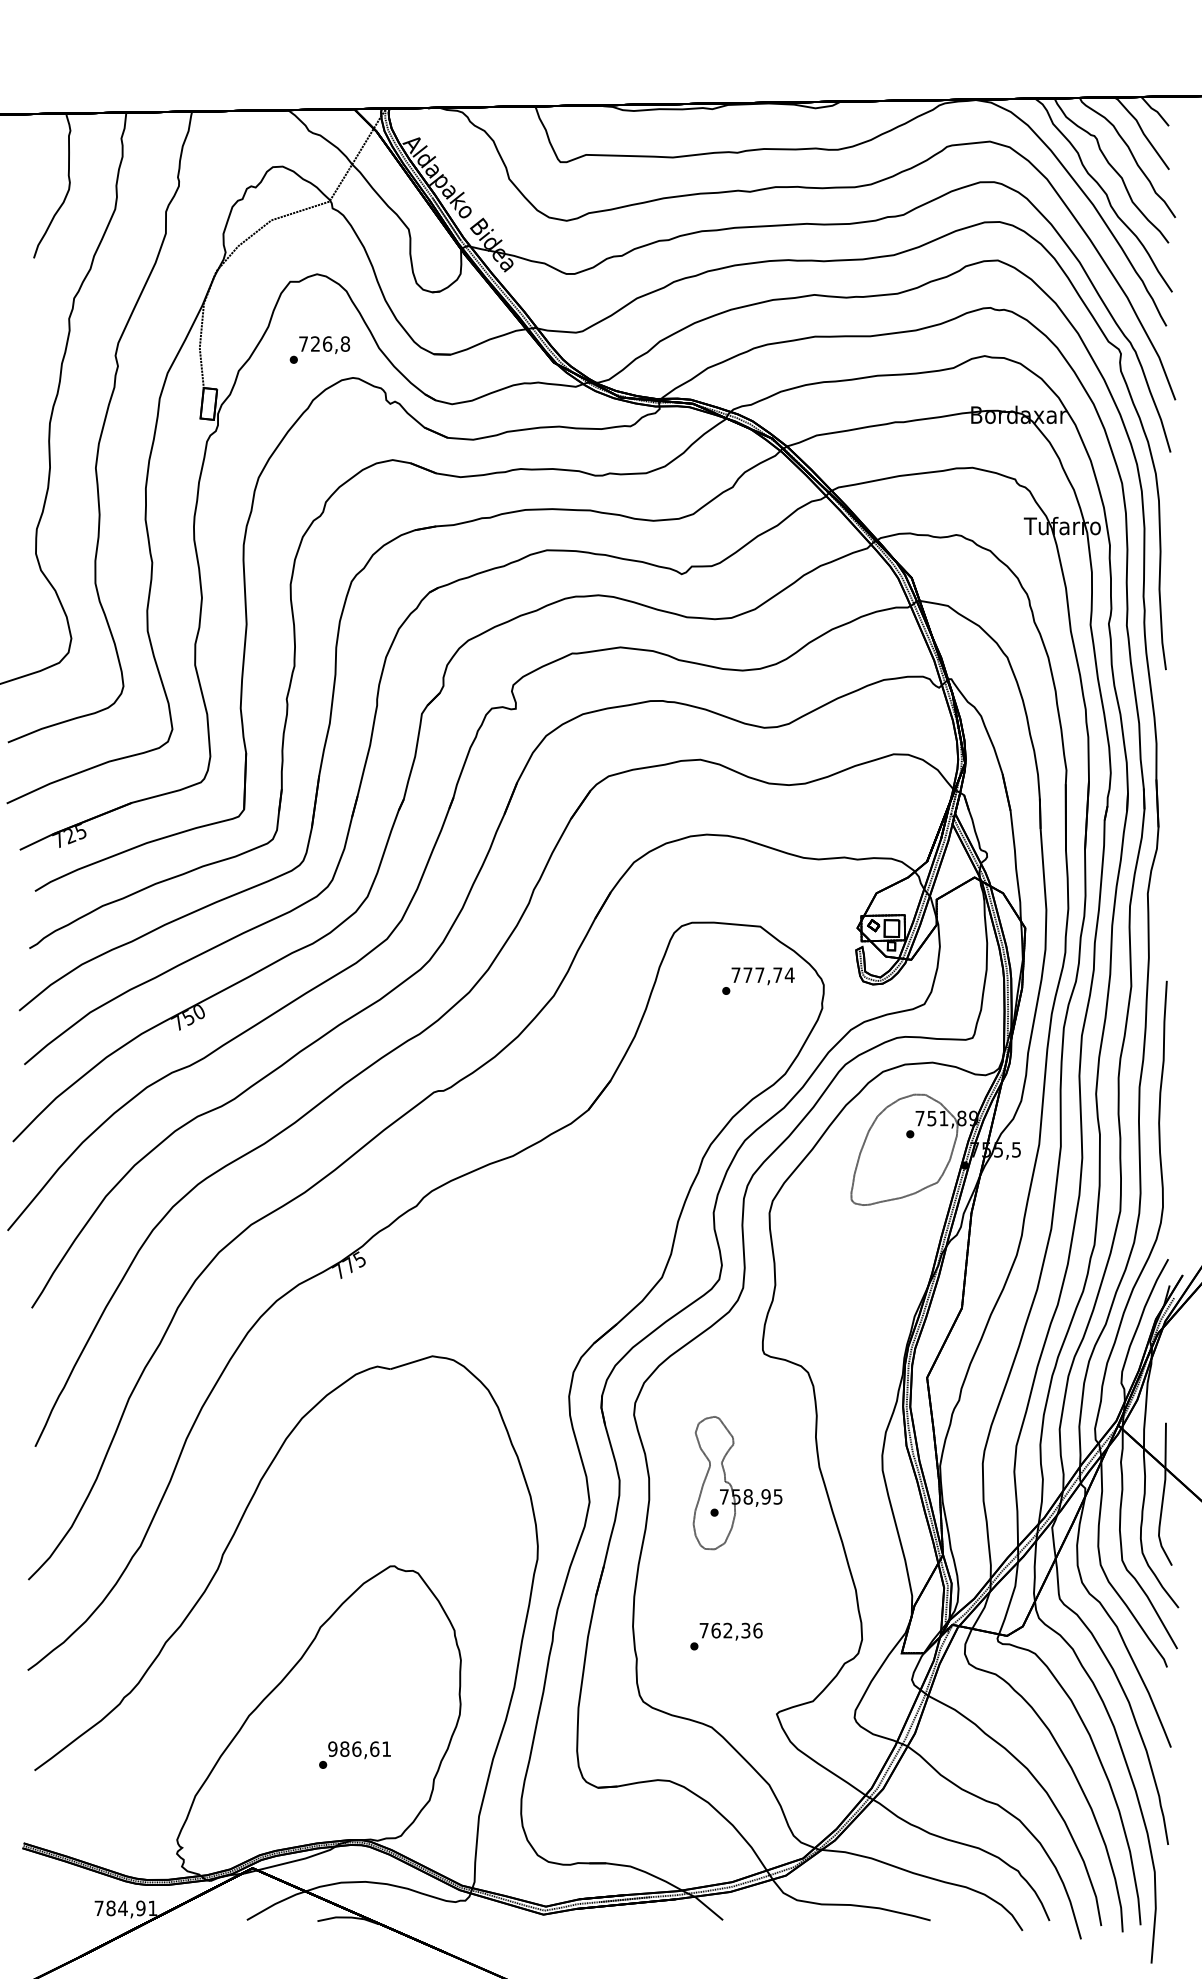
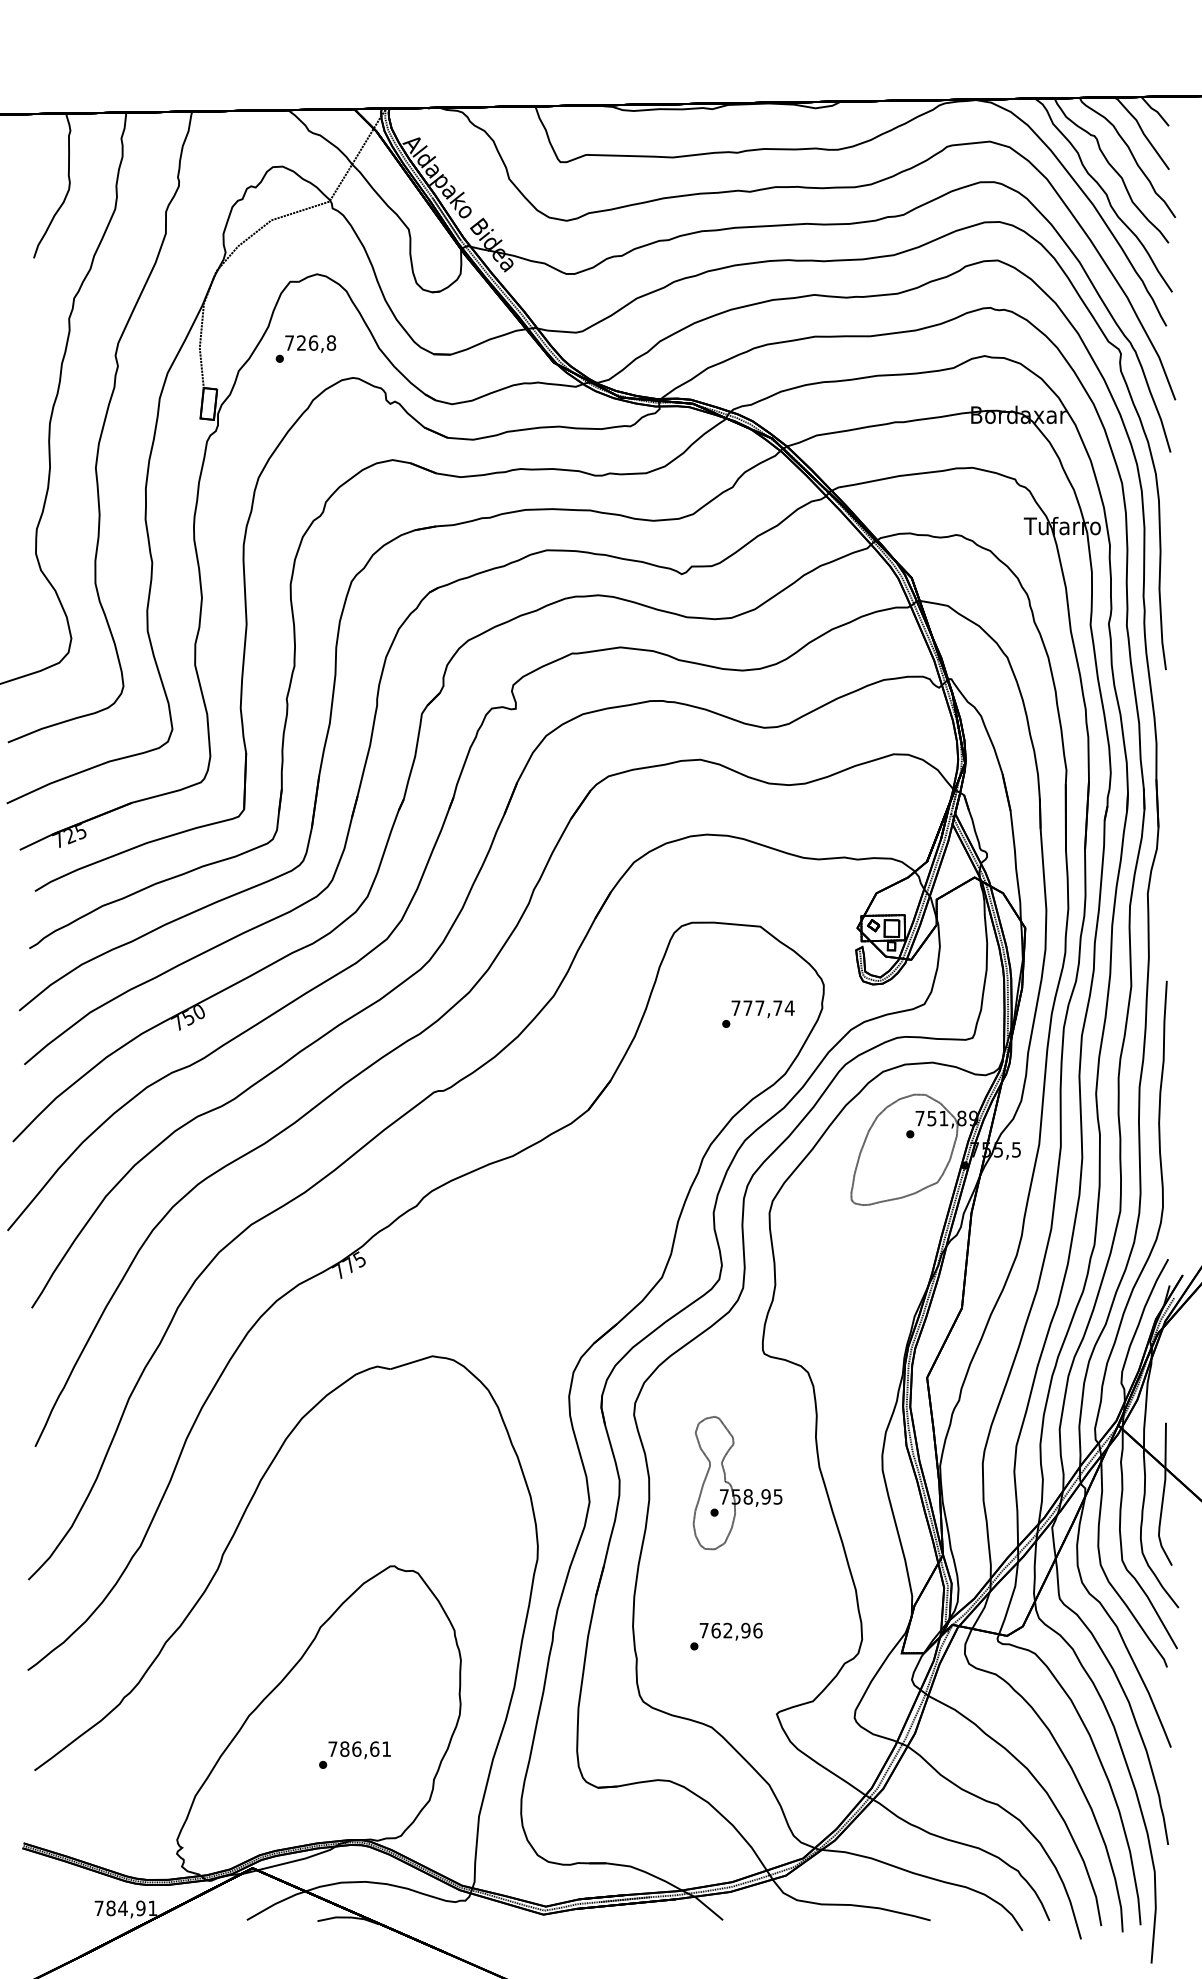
text at (319, 349) position: (319, 349) -> (305, 348)
text at (758, 980) position: (758, 980) -> (758, 1013)
text at (745, 1630): 762,36 -> 762,96
text at (332, 1748): 986,61 -> 786,61
